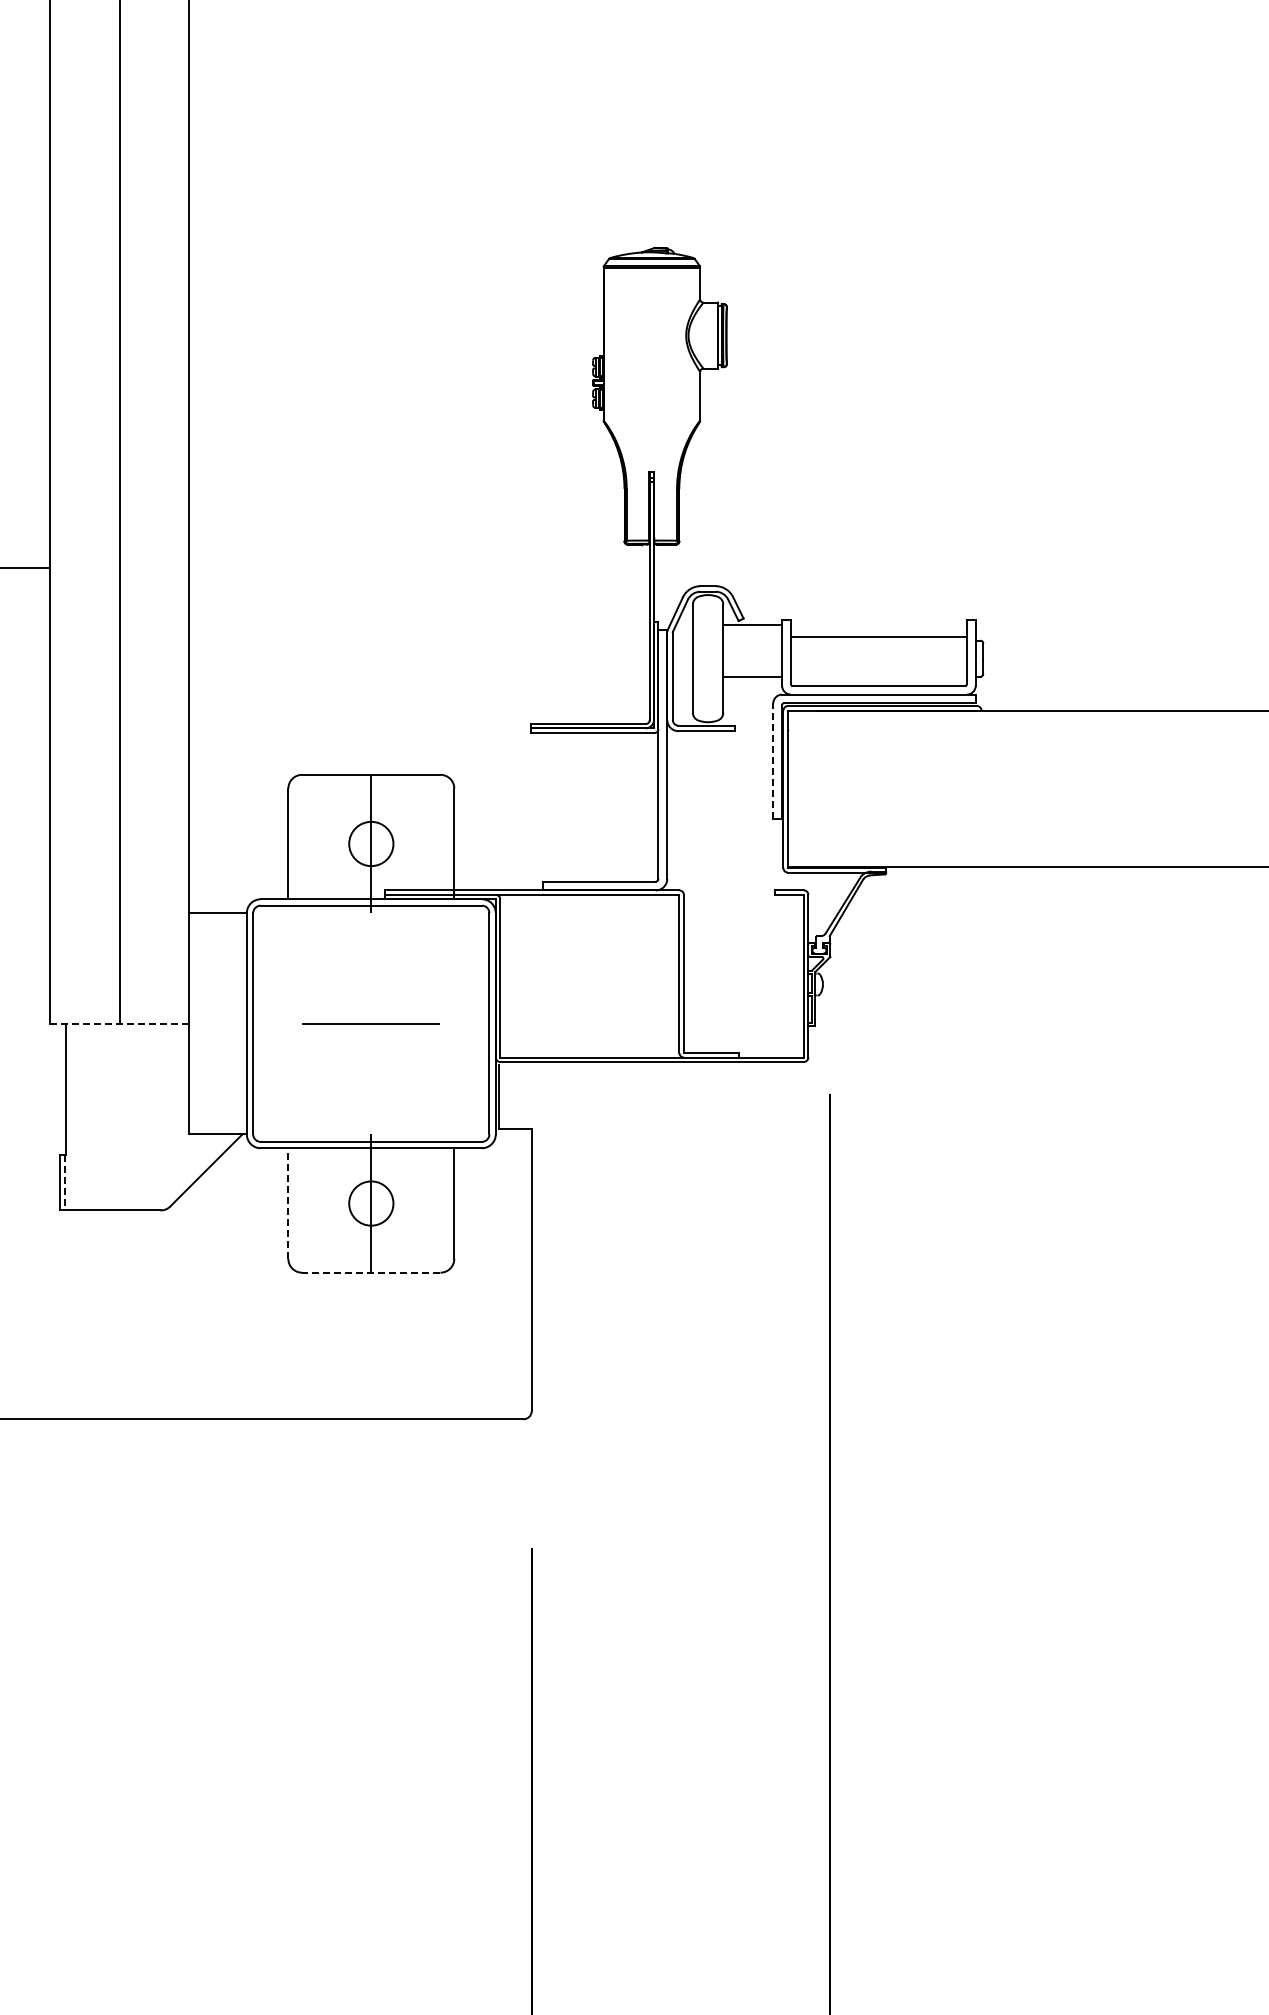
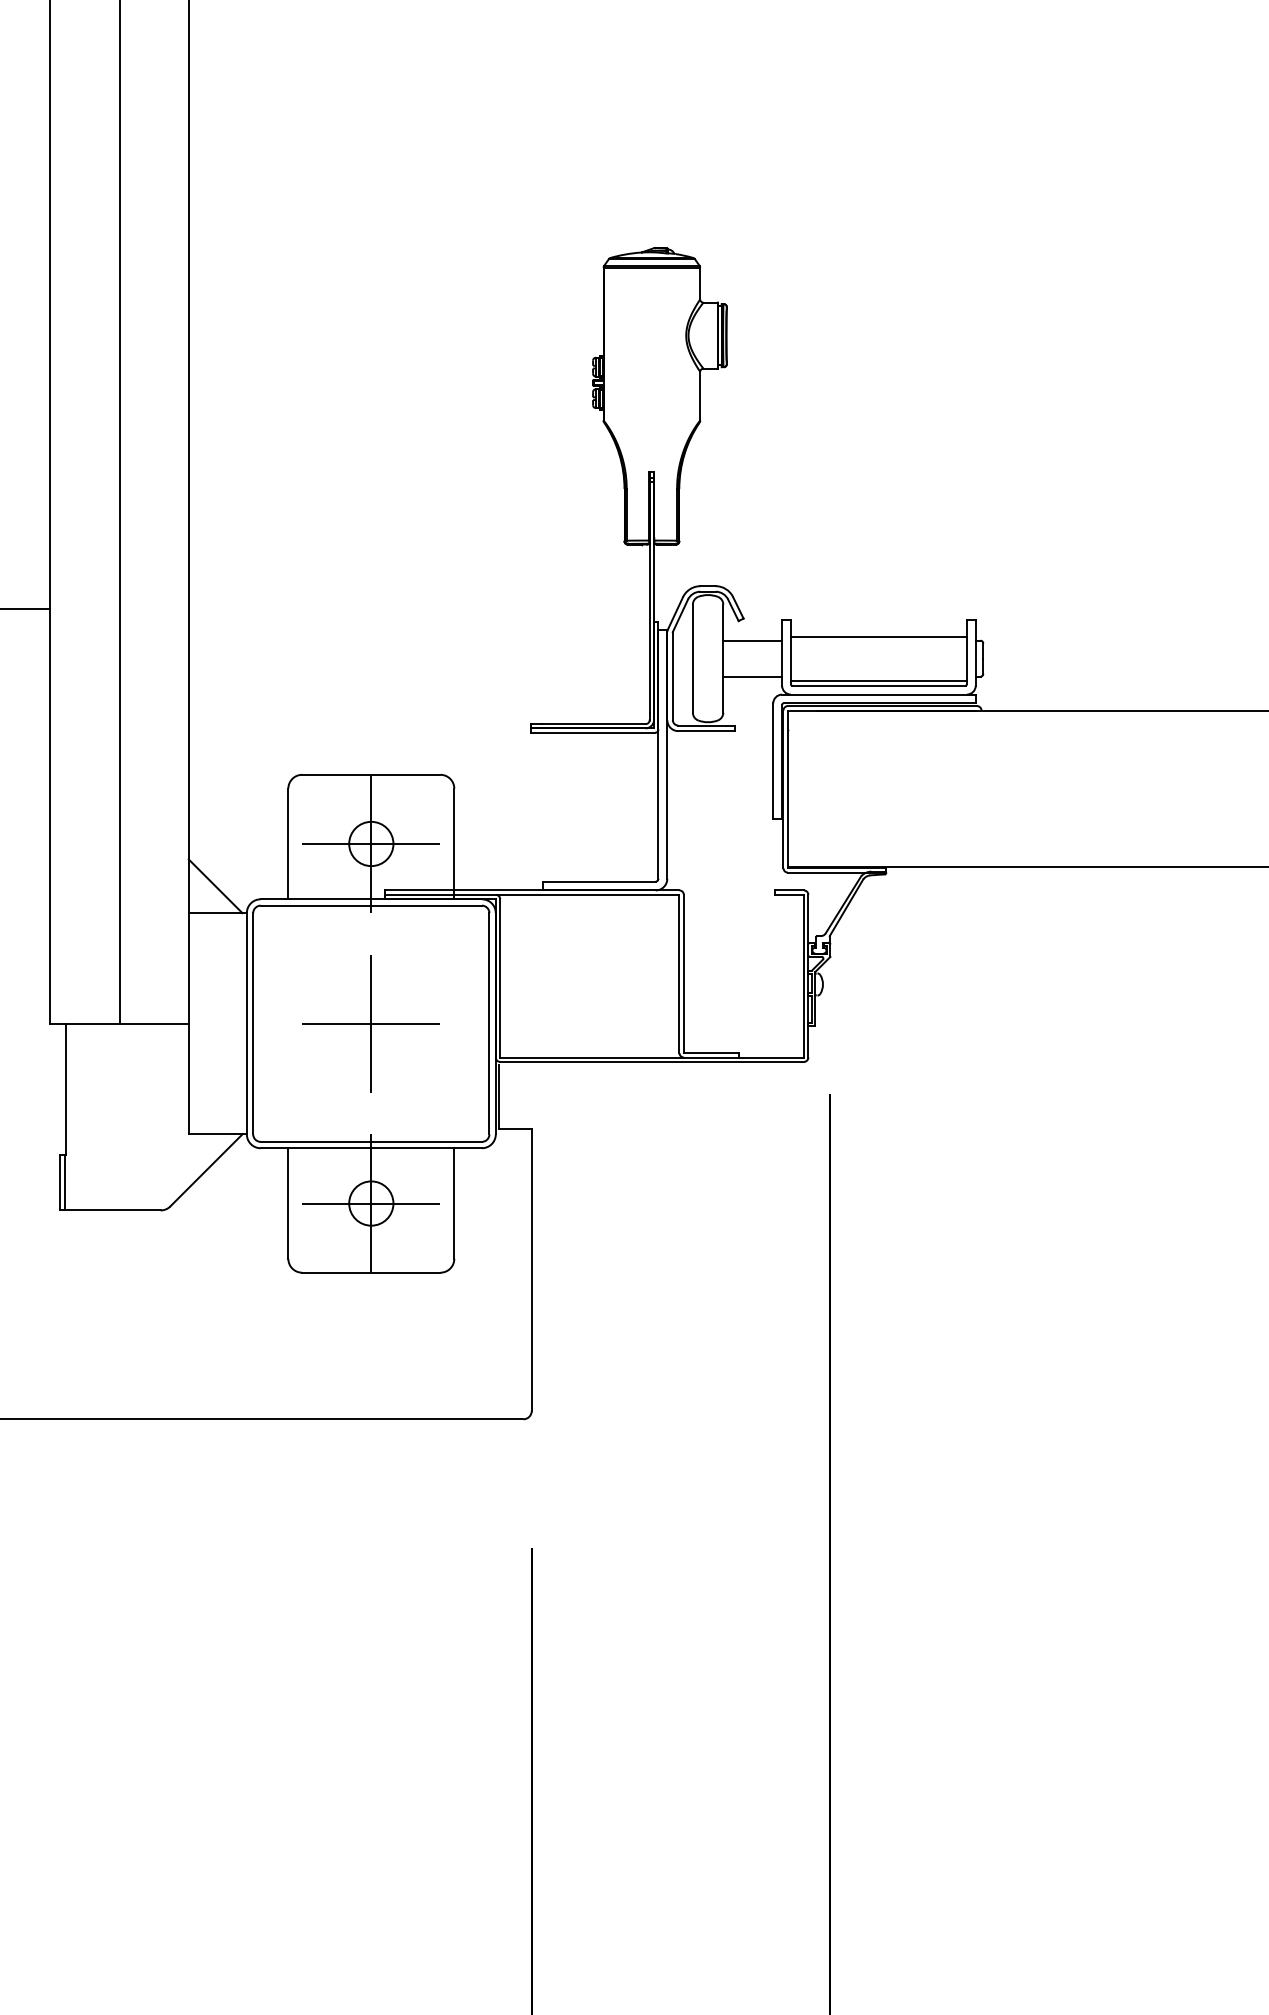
line at (26, 567) position: (26, 567) -> (26, 608)
line at (752, 624) position: (752, 624) -> (752, 640)
line at (878, 680): none -> present
line at (773, 761): dashed -> solid
line at (371, 843): none -> present
line at (215, 886): none -> present
line at (120, 1023): dashed -> solid
line at (371, 1023): none -> present
line at (64, 1182): dashed -> solid
line at (288, 1203): dashed -> solid
line at (371, 1203): none -> present
line at (370, 1272): dashed -> solid
